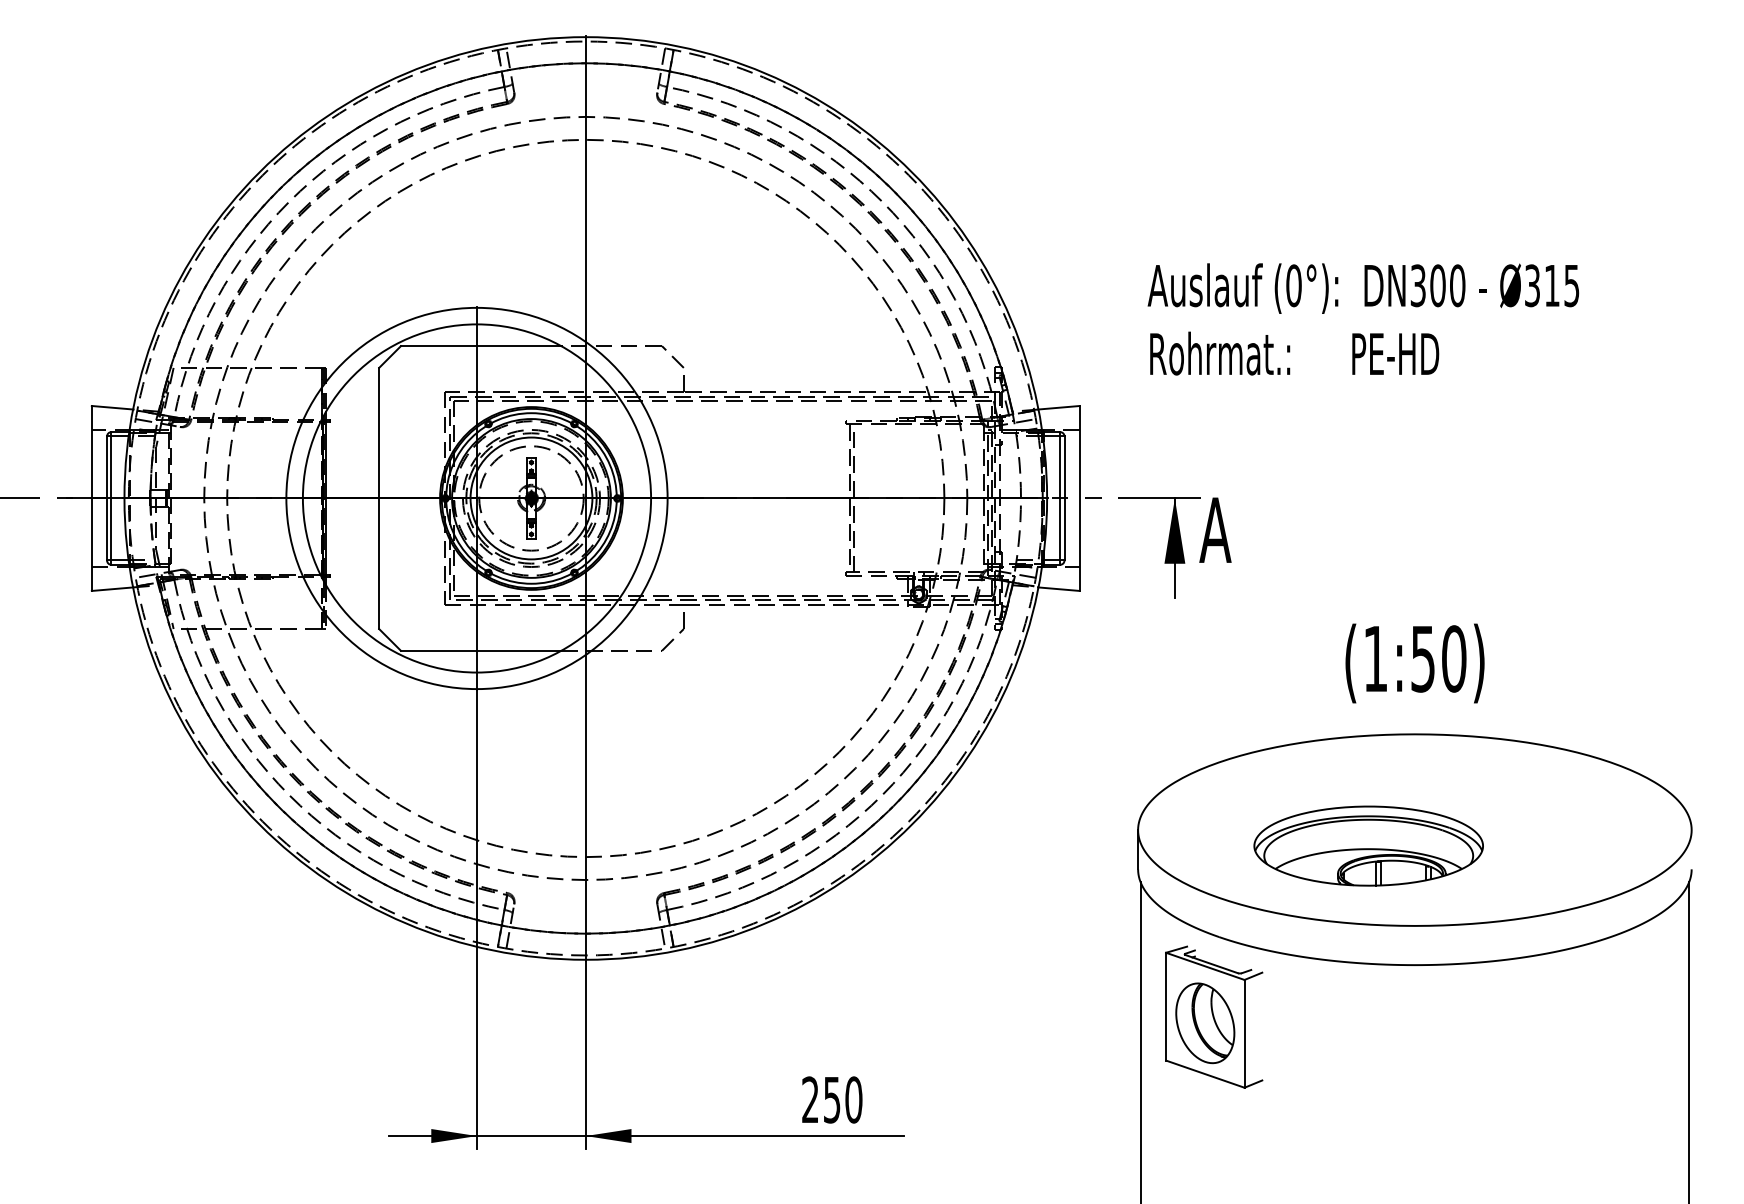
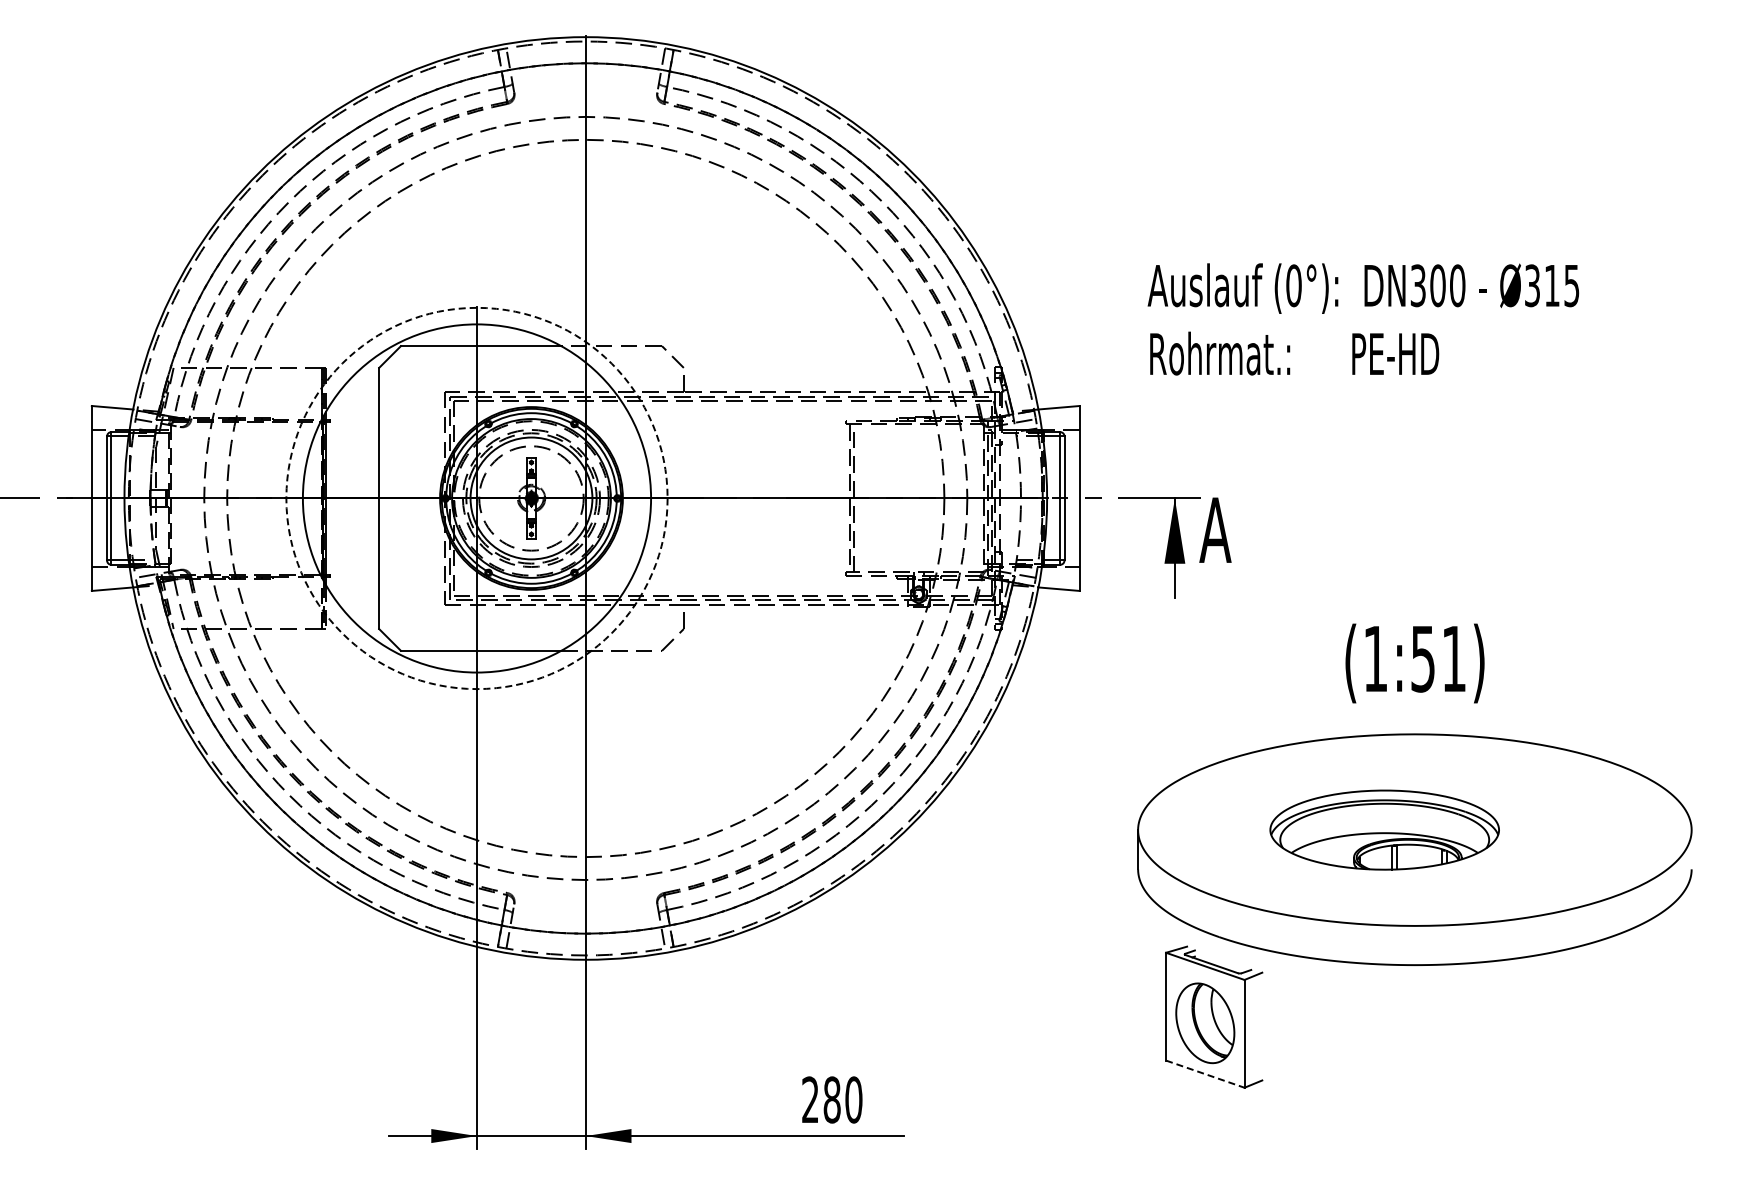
circle at (476, 498): solid -> dashed
text at (1454, 658): (1:50) -> (1:51)
part at (1368, 845) position: (1368, 845) -> (1384, 829)
line at (1140, 1041): present -> none
line at (1689, 1041): present -> none
line at (1205, 1074): solid -> dashed
text at (831, 1099): 250 -> 280
